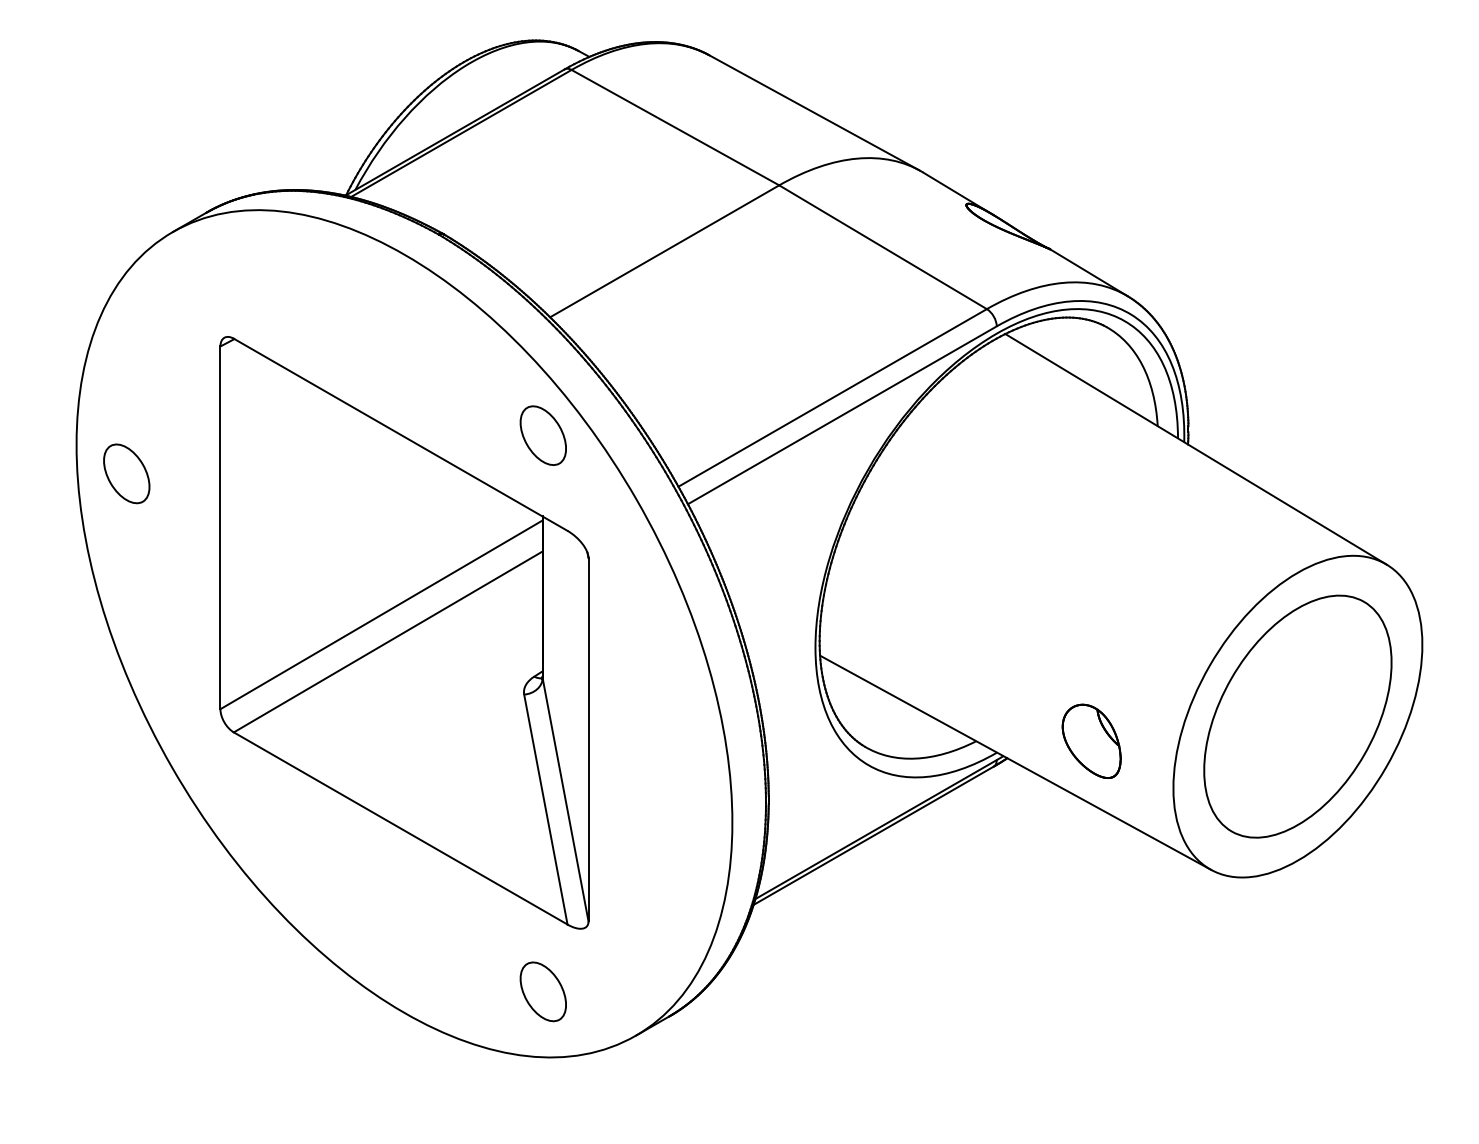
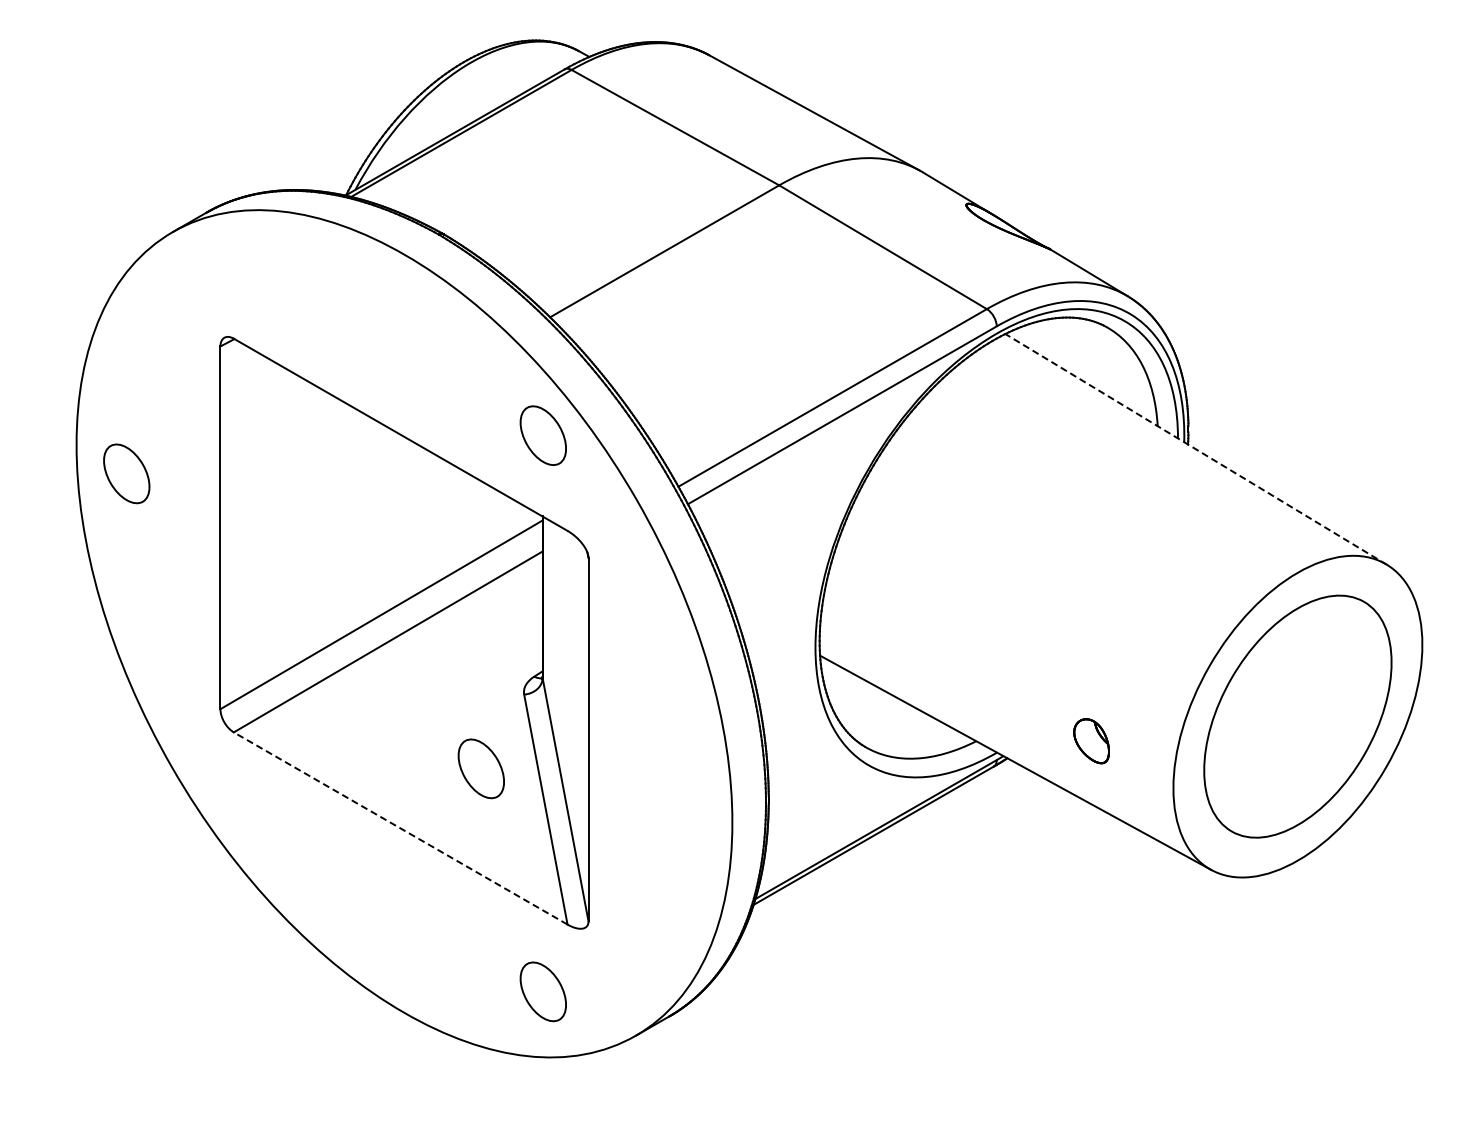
line at (1196, 449): solid -> dashed
part at (1091, 740) size: 61x76 px -> 37x47 px
part at (480, 768): none -> present
line at (400, 828): solid -> dashed
